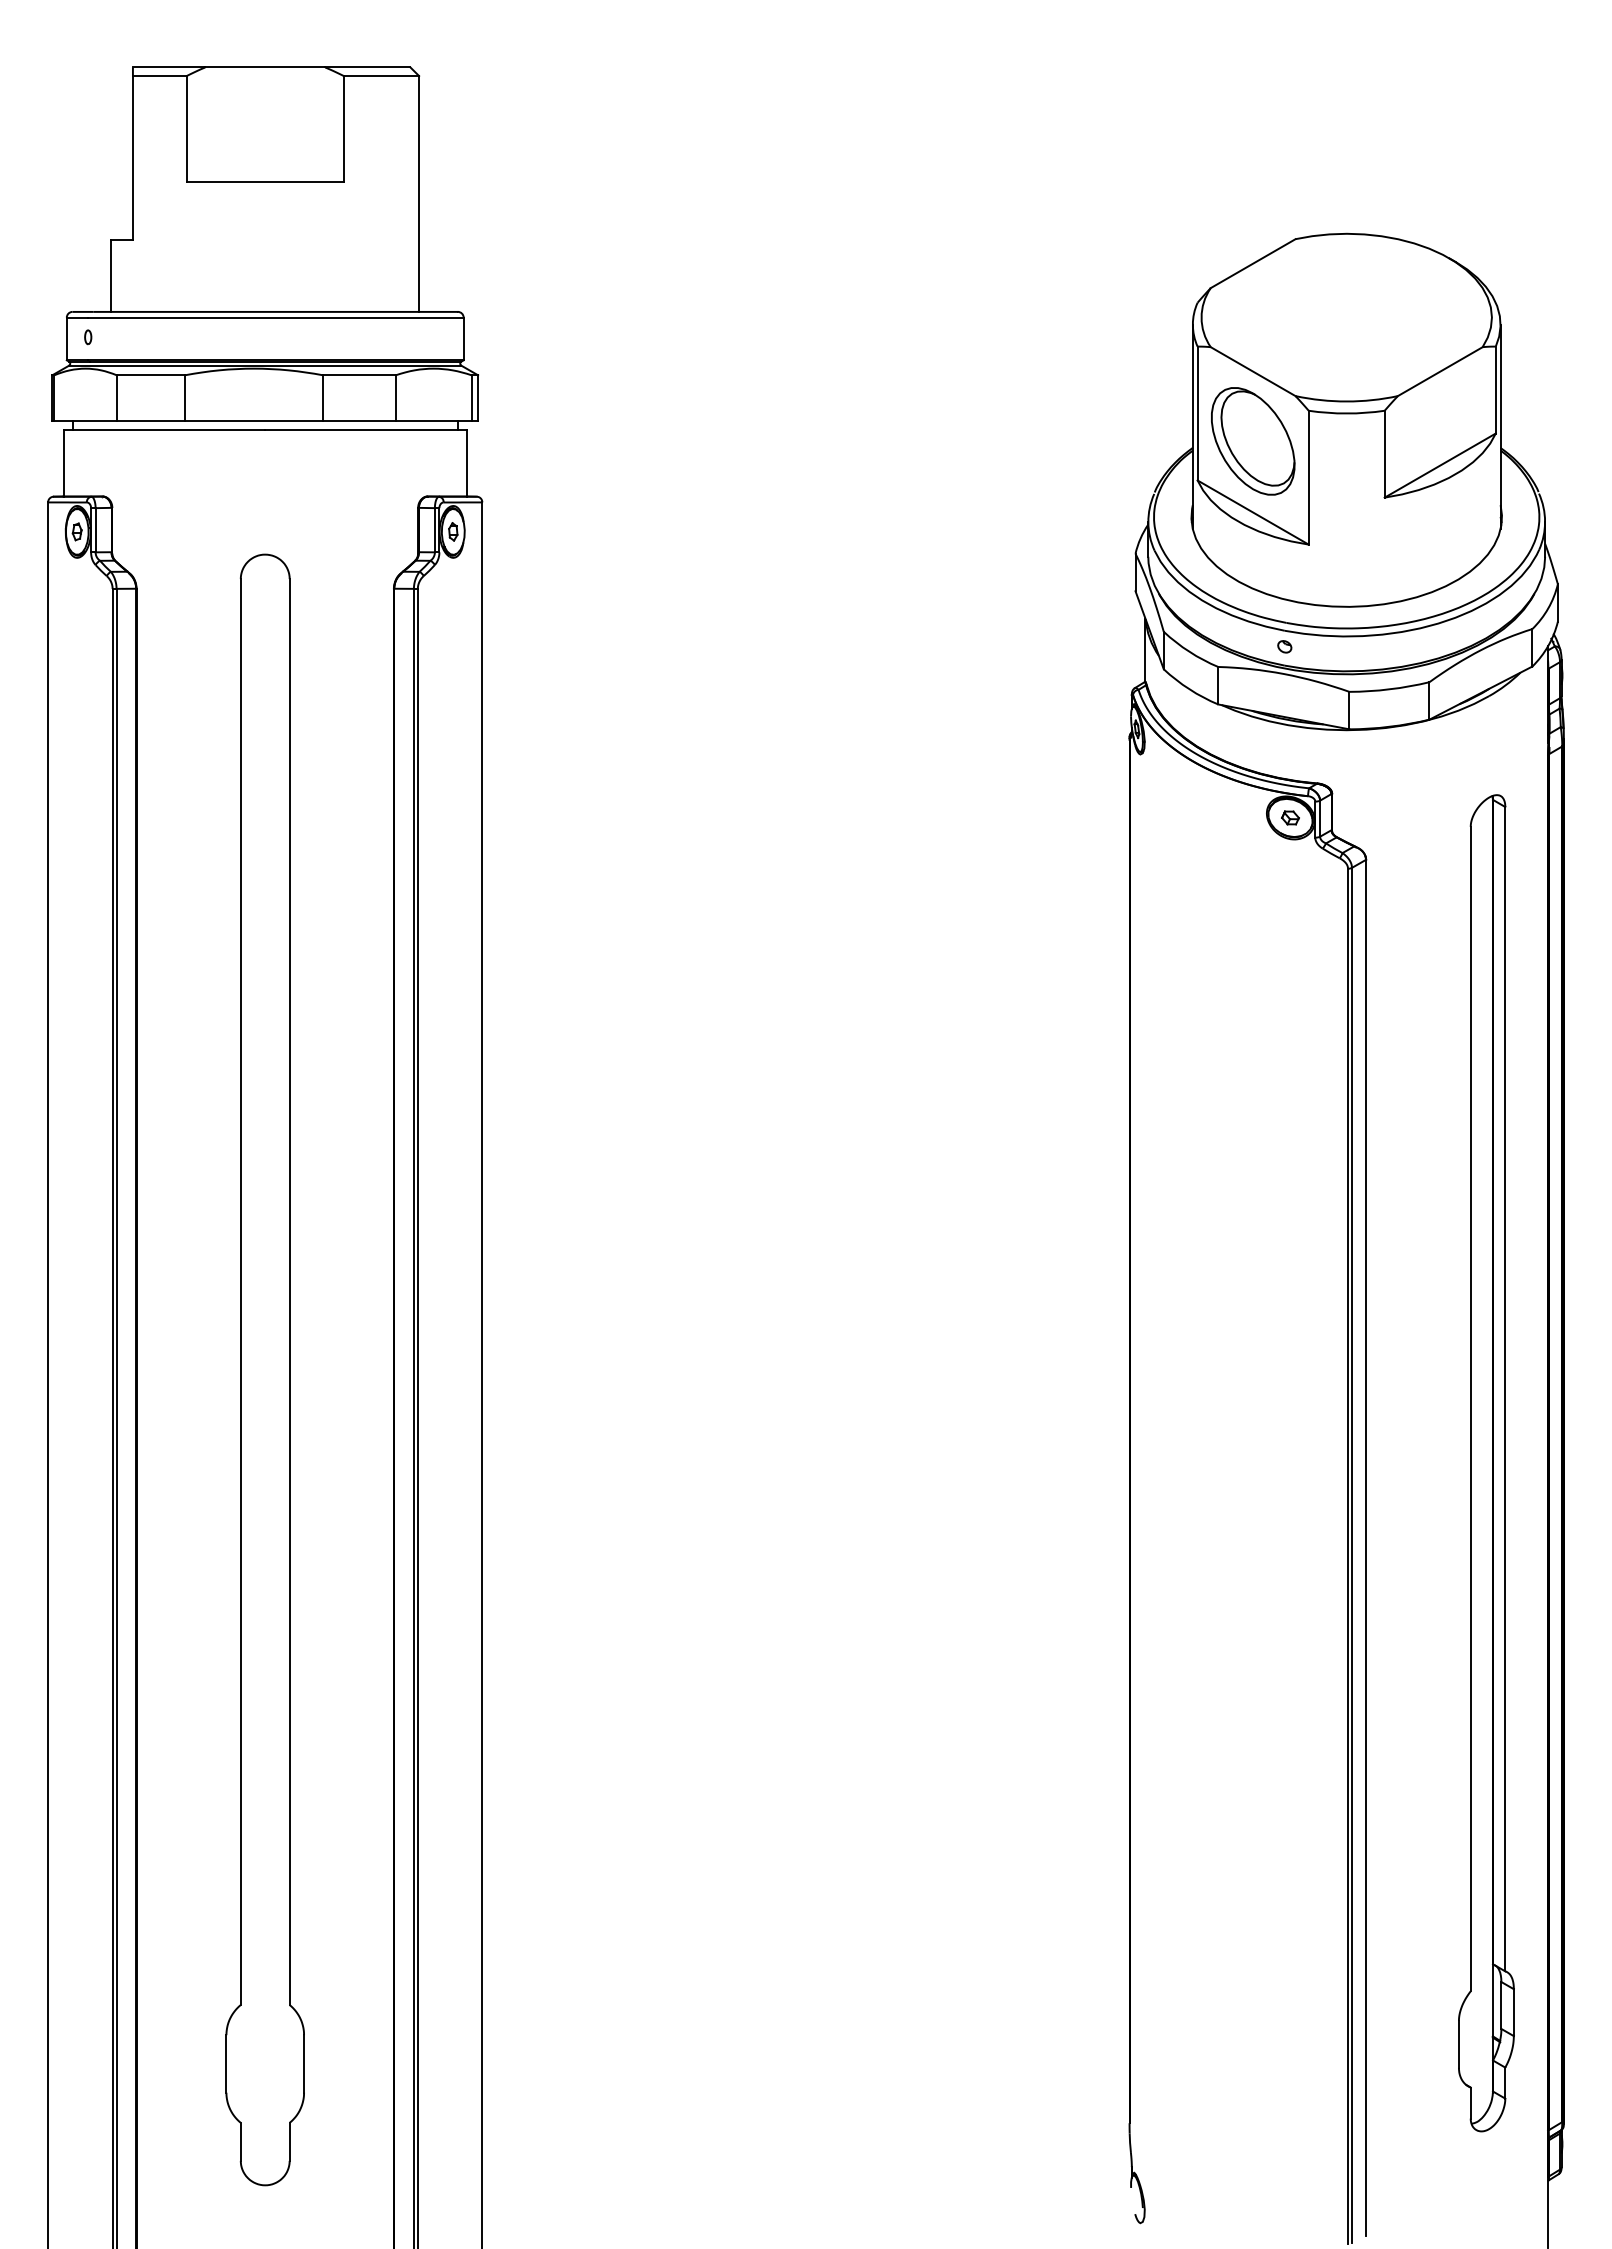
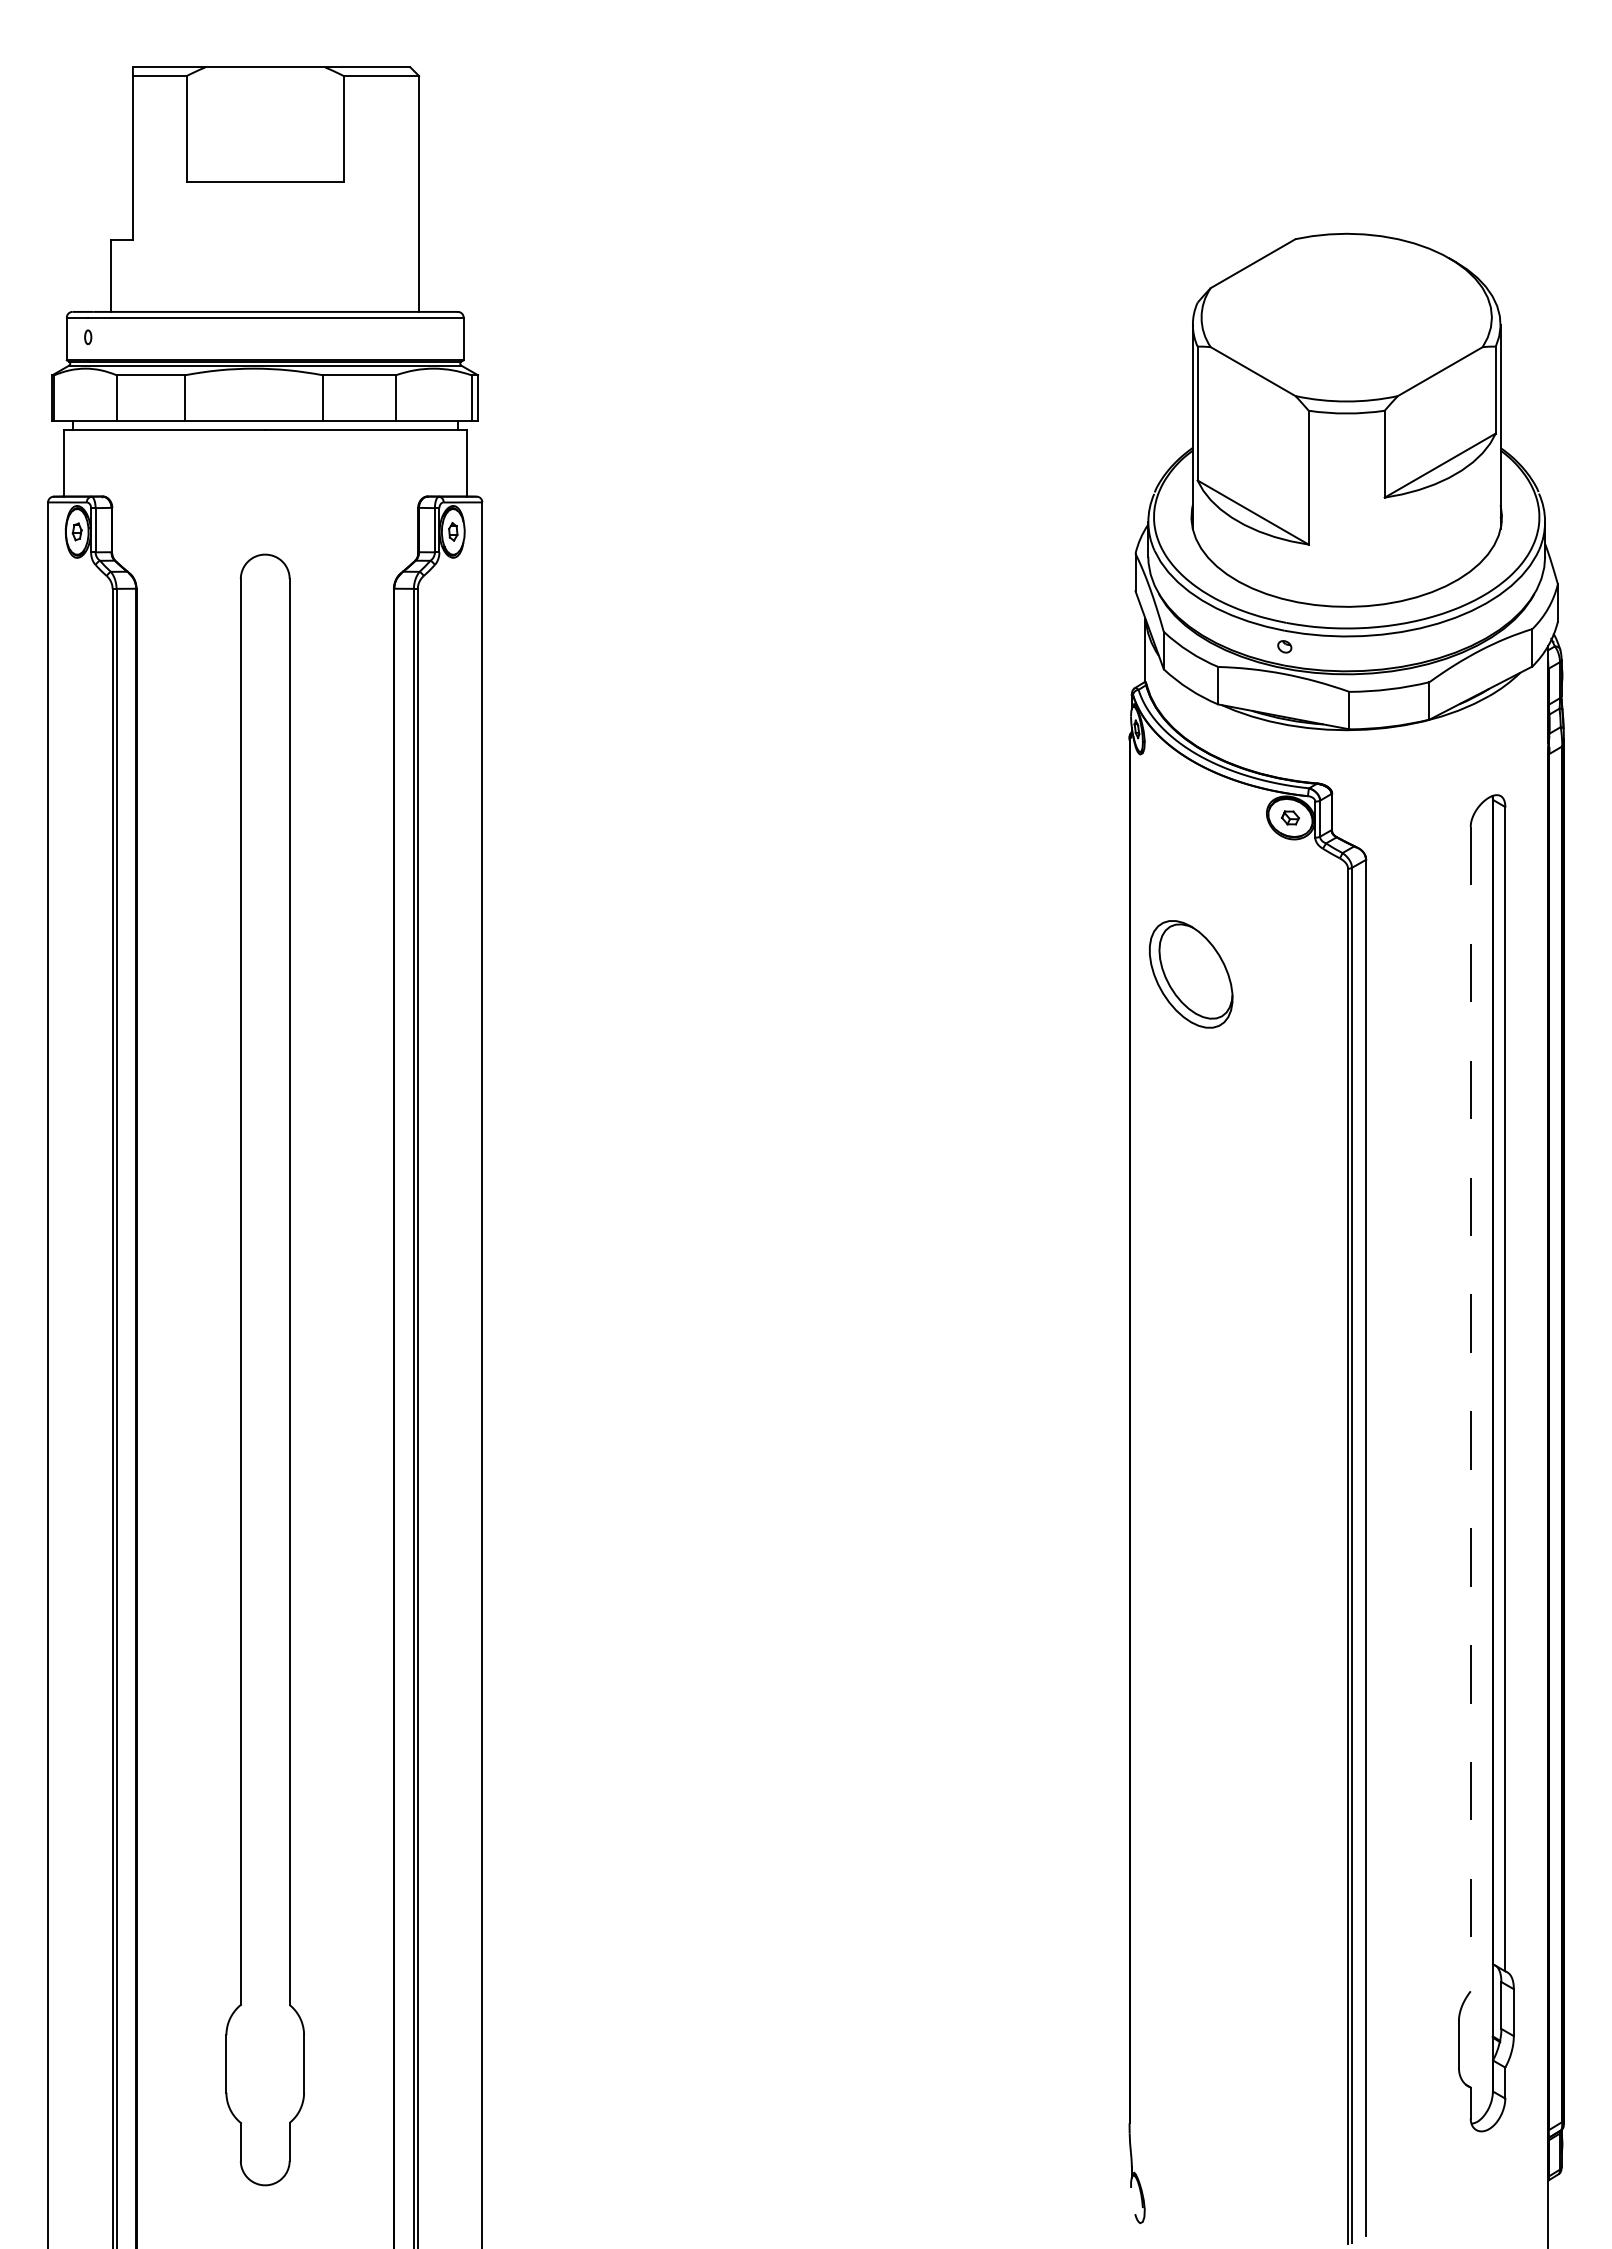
part at (1253, 441) position: (1253, 441) -> (1191, 974)
line at (1470, 1409): solid -> dashed
